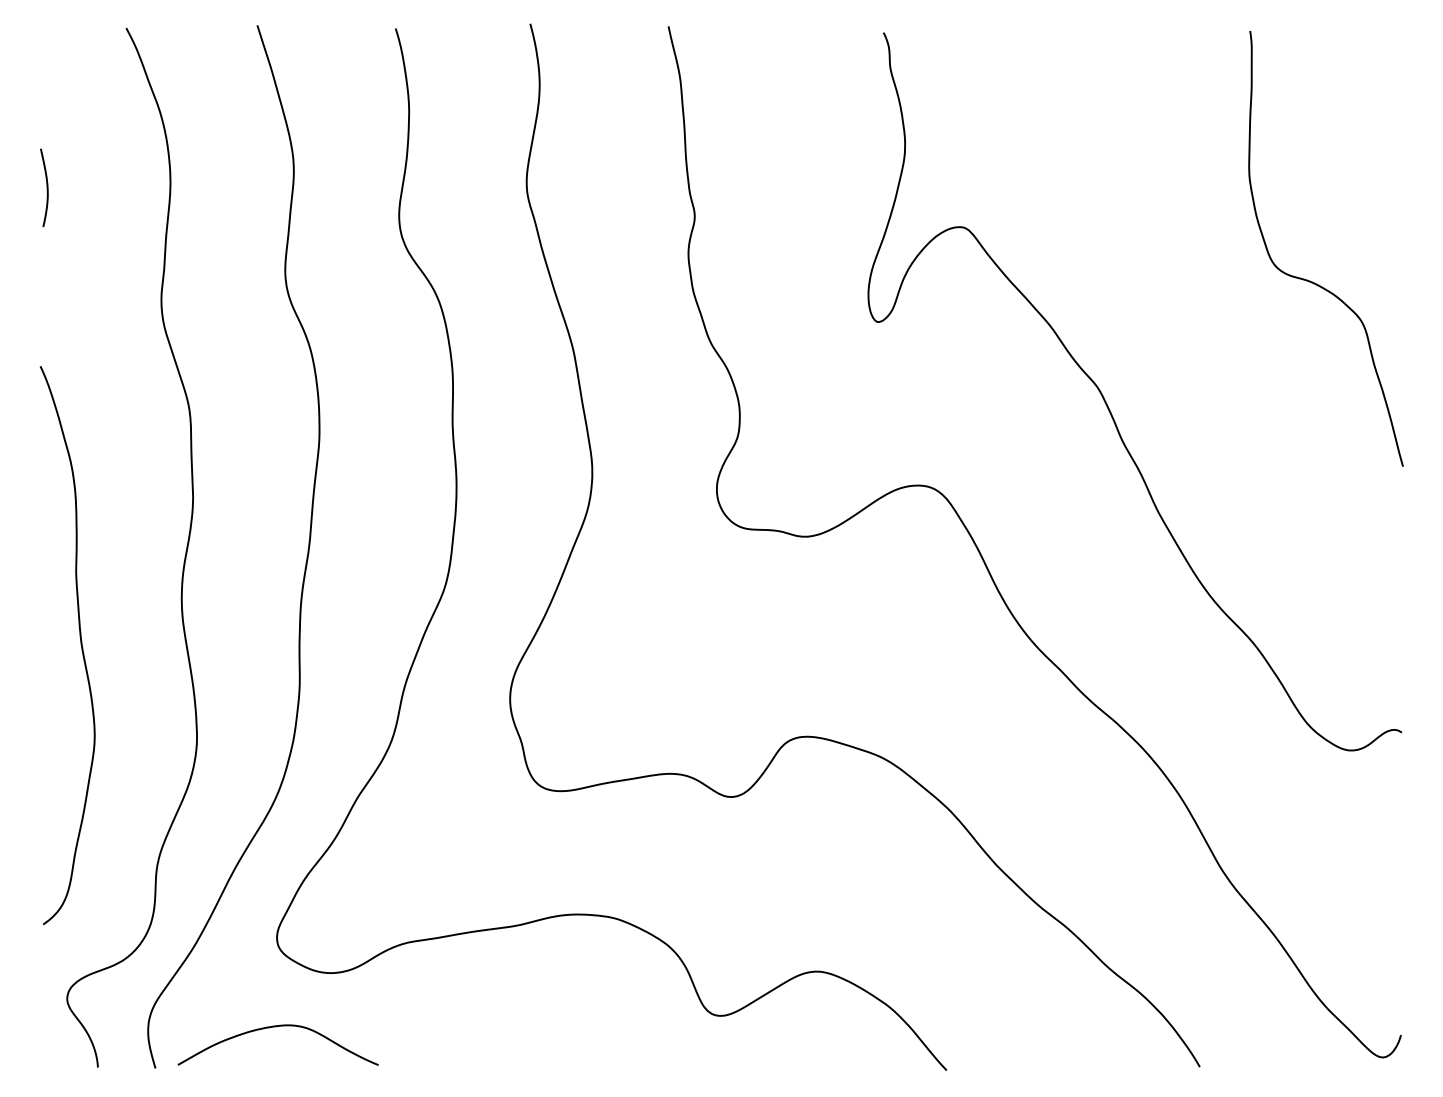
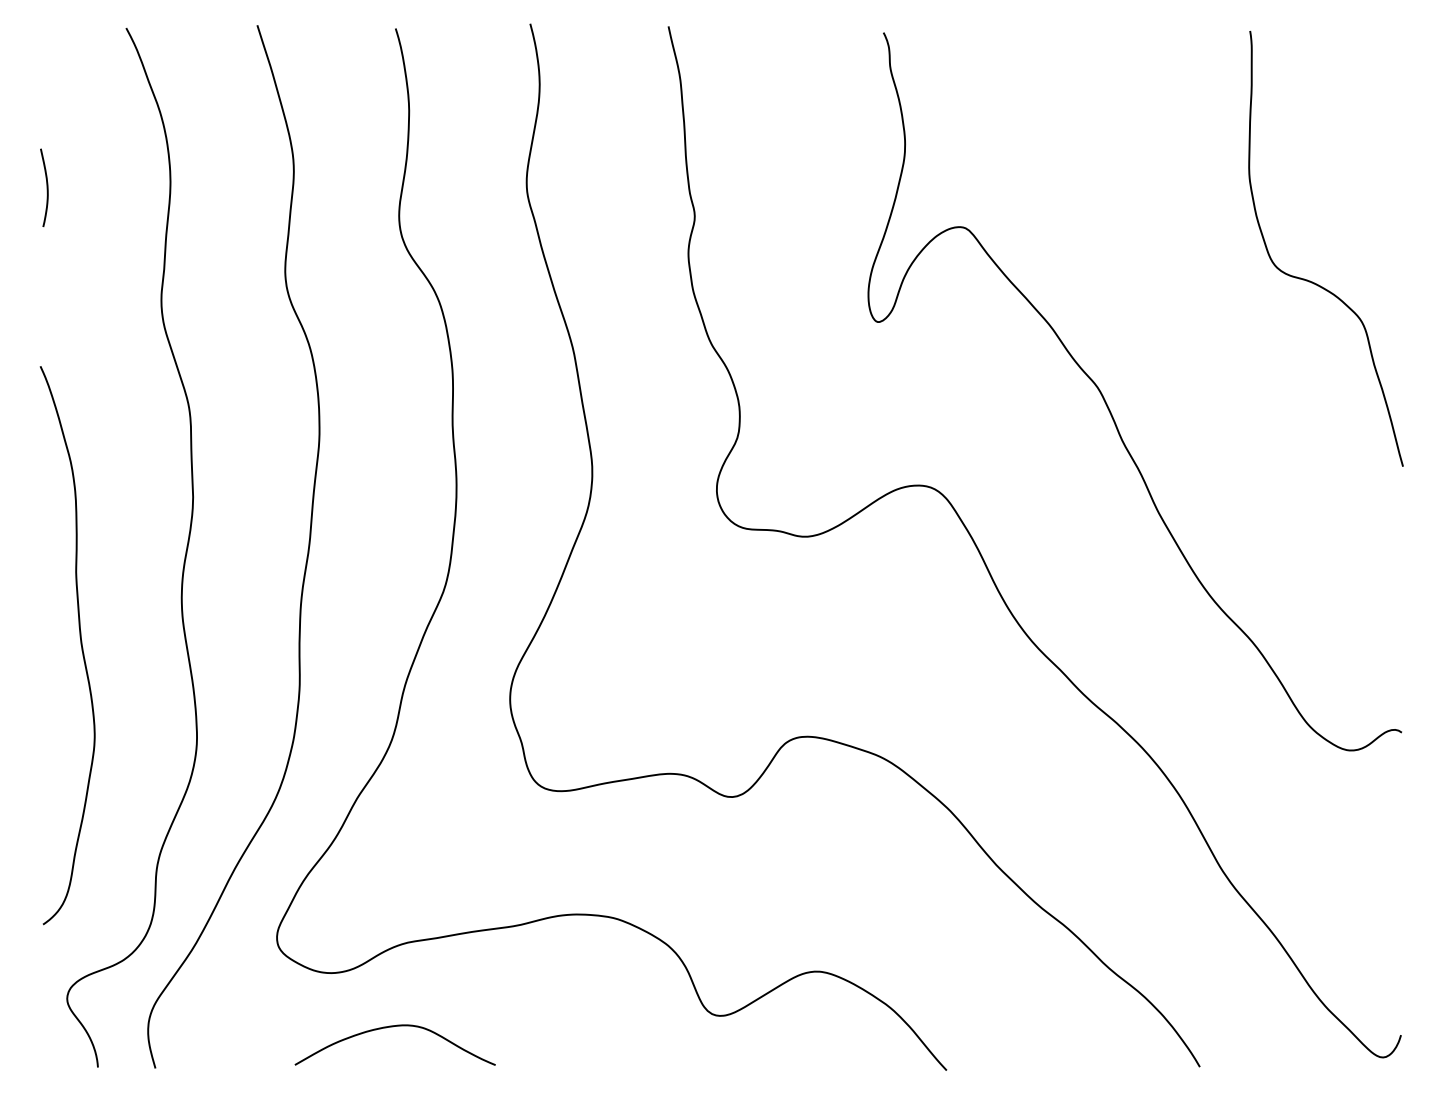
curve at (276, 1027) position: (276, 1027) -> (393, 1027)
